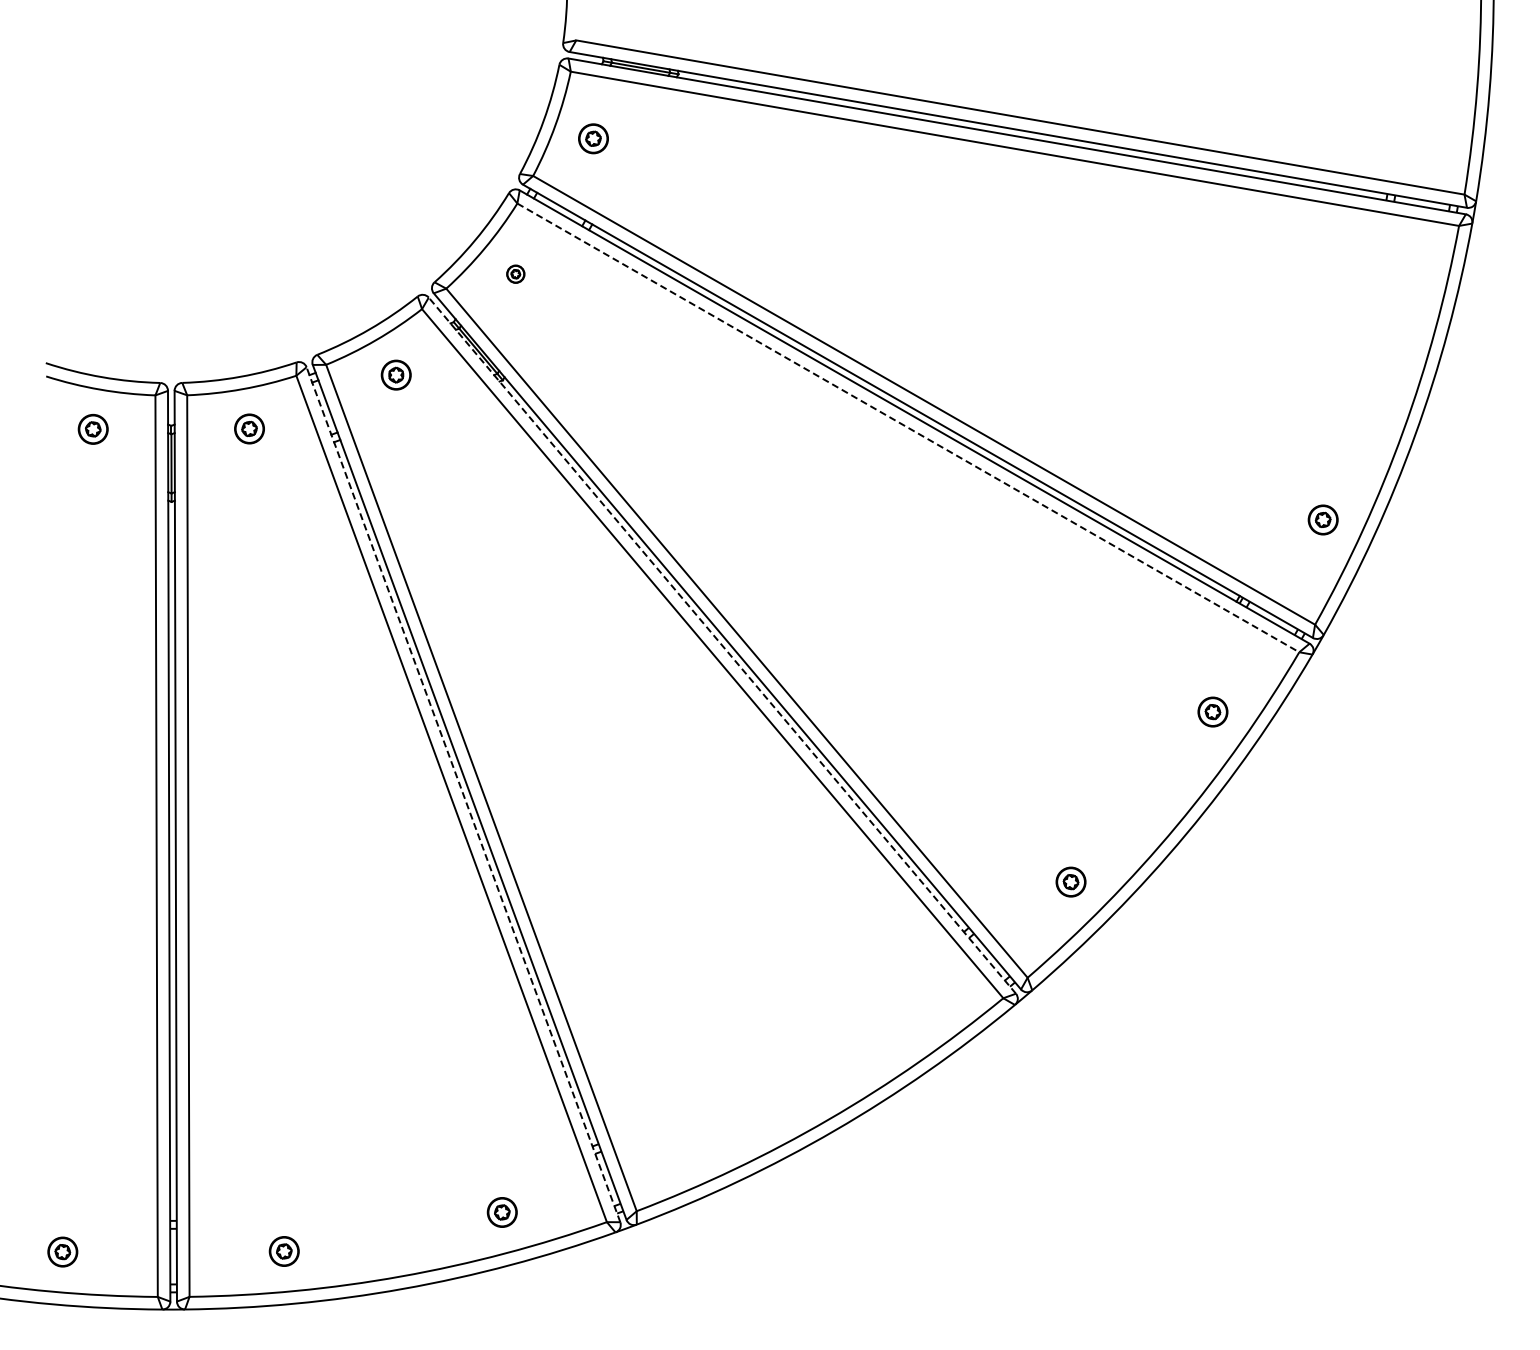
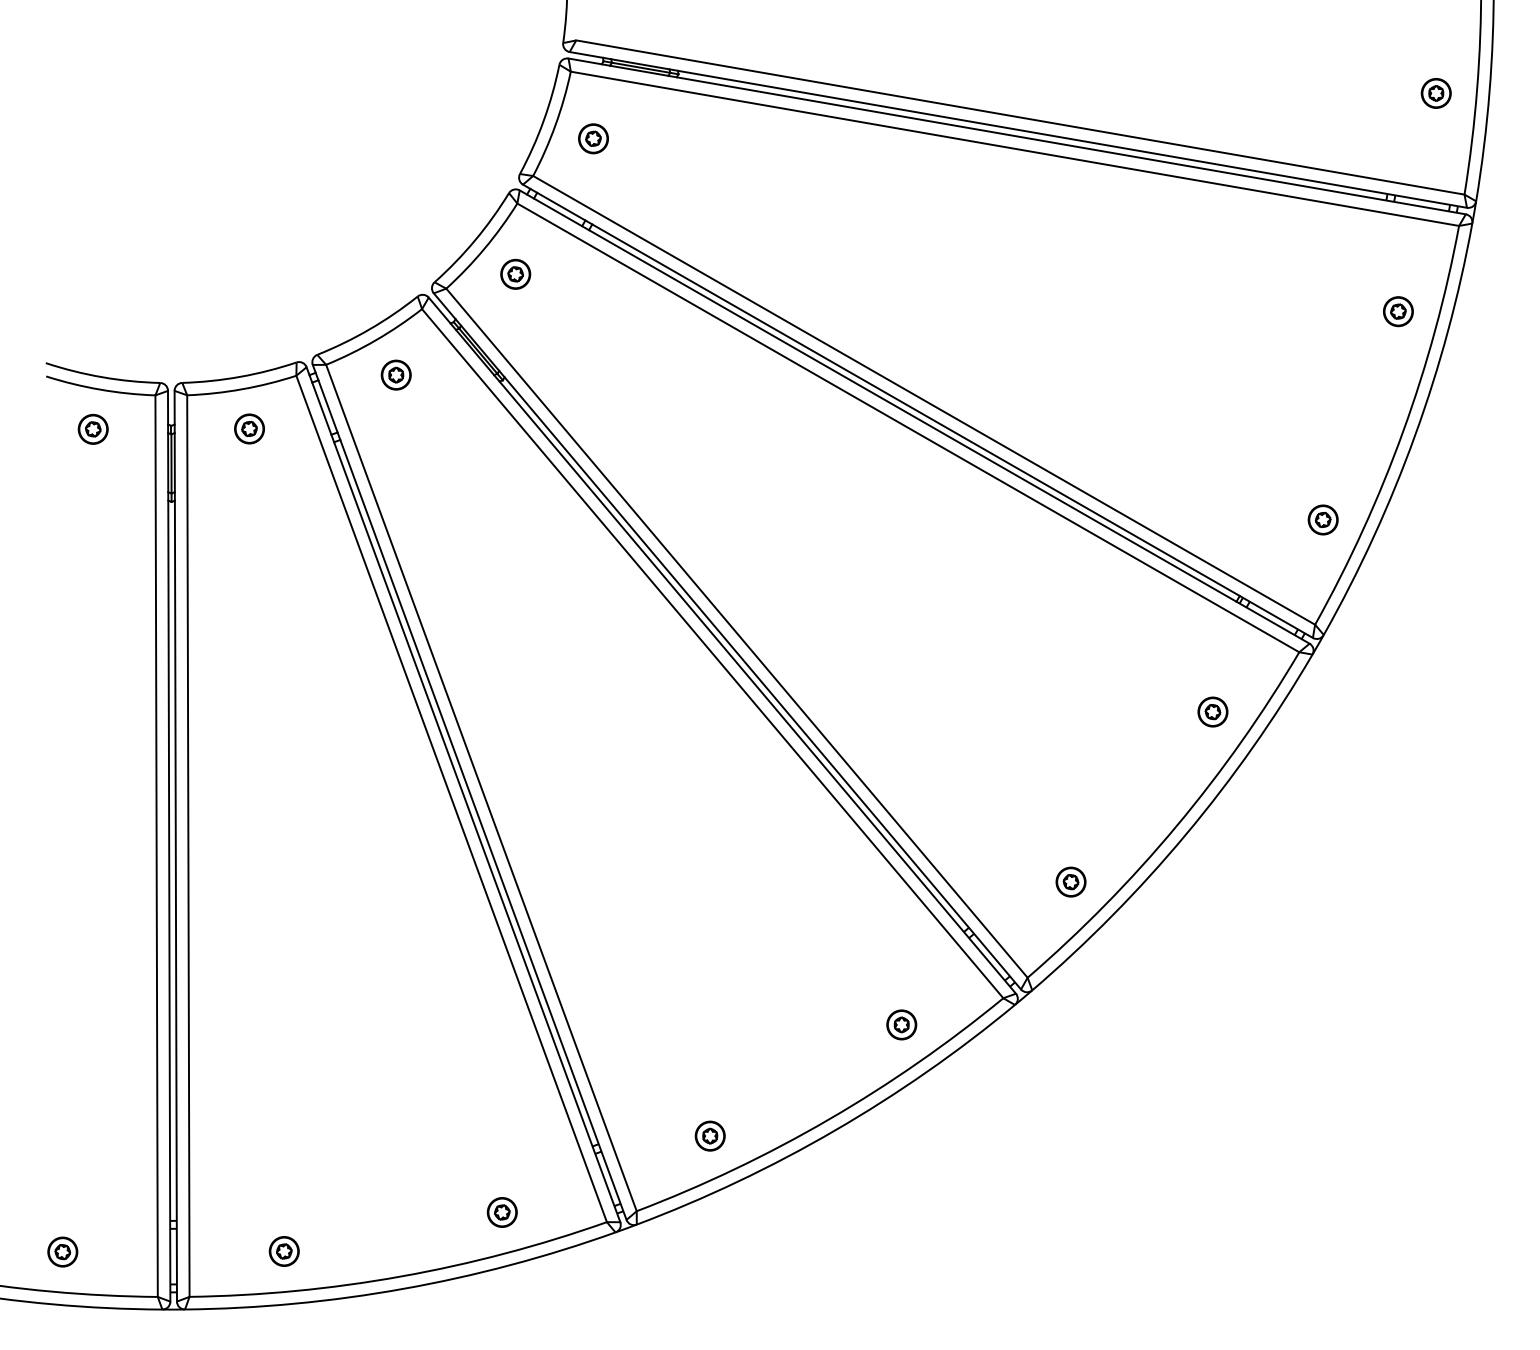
part at (1435, 93): none -> present
part at (515, 273) size: 20x20 px -> 32x32 px
part at (1398, 311): none -> present
line at (908, 427): dashed -> solid
line at (722, 645): dashed -> solid
line at (463, 794): dashed -> solid
part at (901, 1024): none -> present
part at (709, 1135): none -> present
